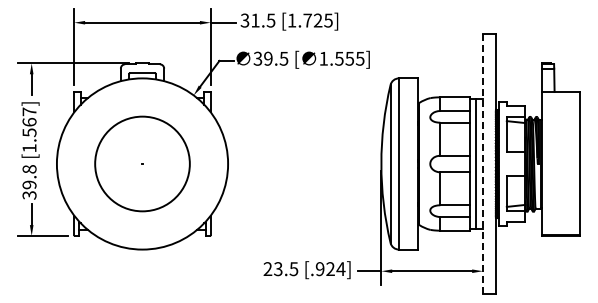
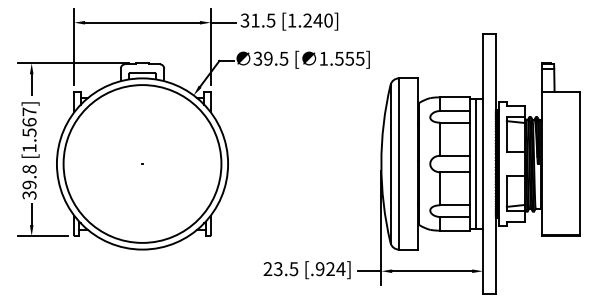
text at (317, 20): [1.725] -> [1.240]
circle at (142, 163) diameter: 95 px -> 158 px
line at (482, 163): dashed -> solid
